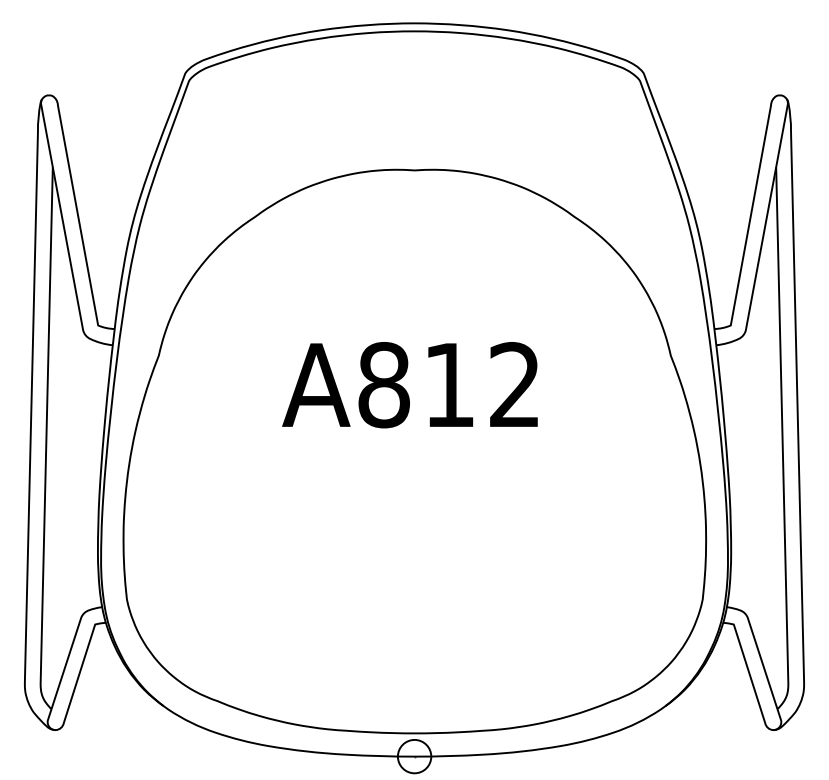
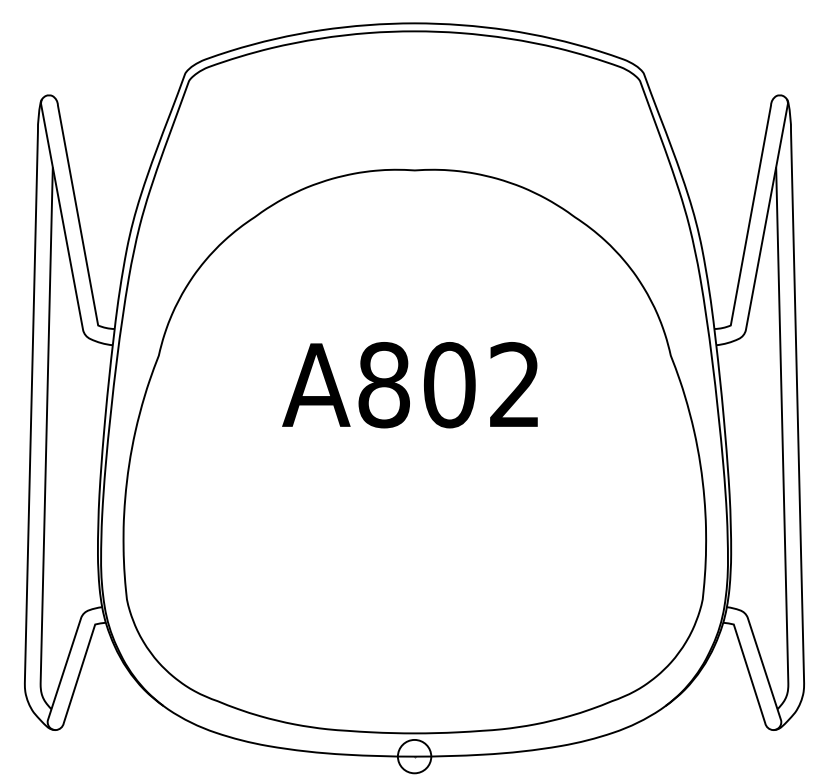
text at (449, 385): A812 -> A802
